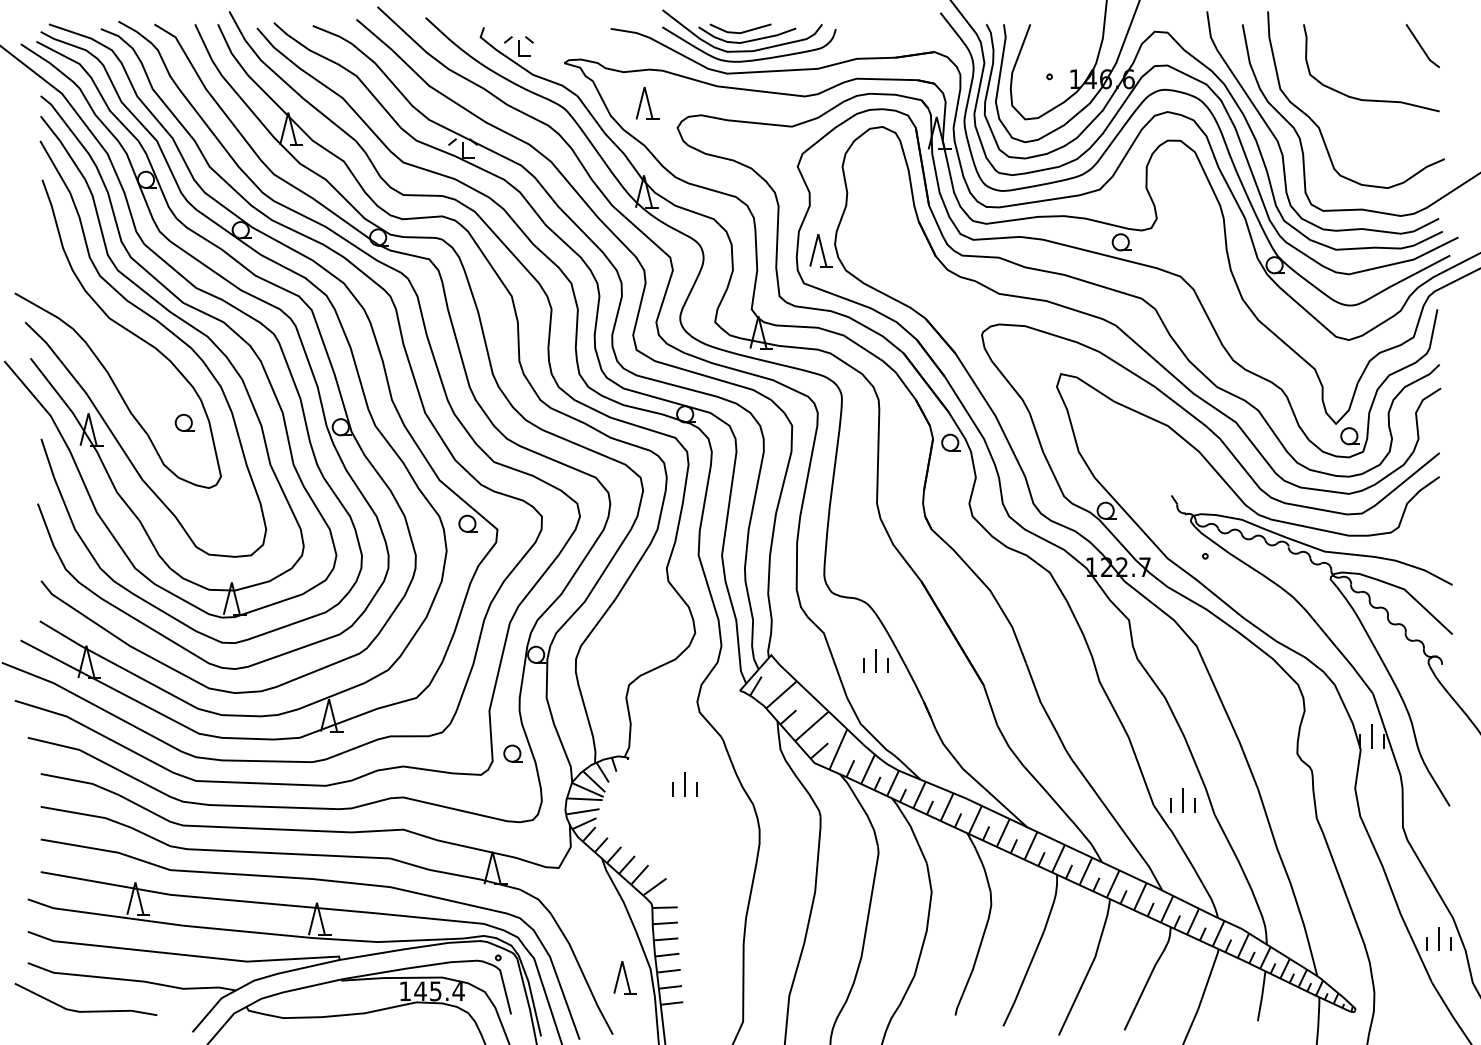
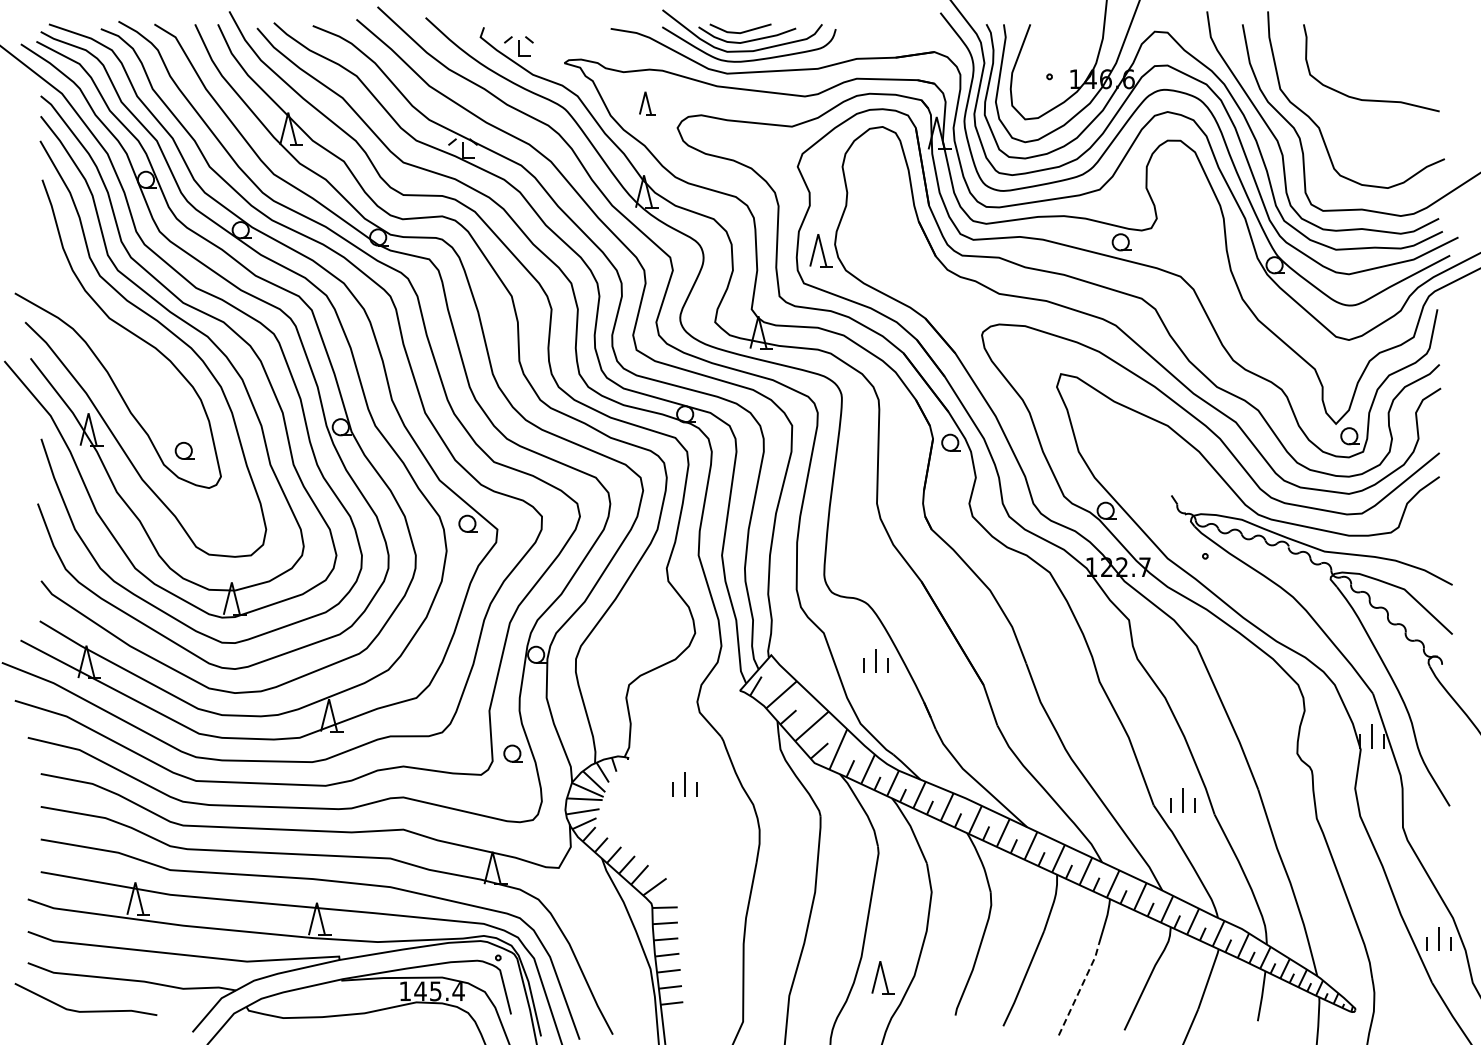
line at (1421, 45): present -> none
part at (647, 102) size: 25x34 px -> 17x25 px
part at (184, 422) position: (184, 422) -> (184, 450)
part at (624, 977) position: (624, 977) -> (882, 977)
line at (1080, 989): solid -> dashed
